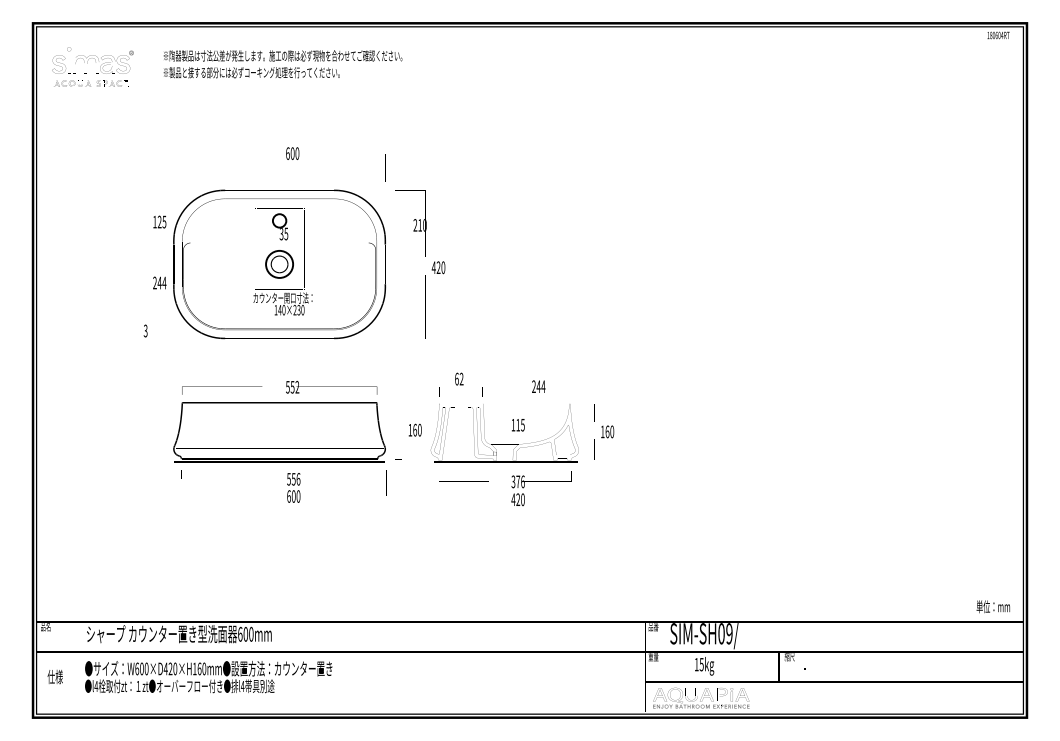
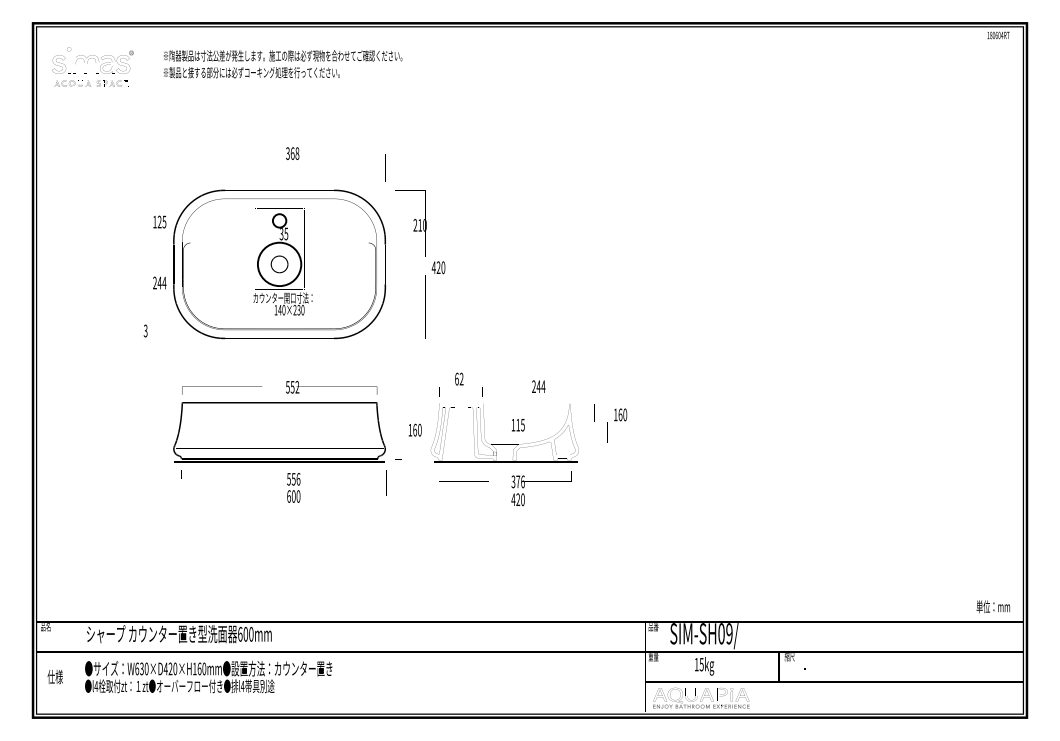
text at (292, 153): 600 -> 368
circle at (279, 263) diameter: 27 px -> 43 px
text at (604, 442) position: (604, 442) -> (617, 425)
text at (141, 668): W600×D420×H160mm -> W630×D420×H160mm
